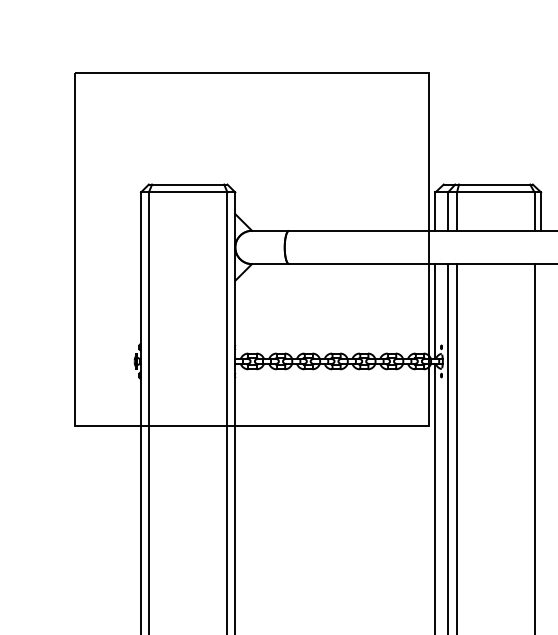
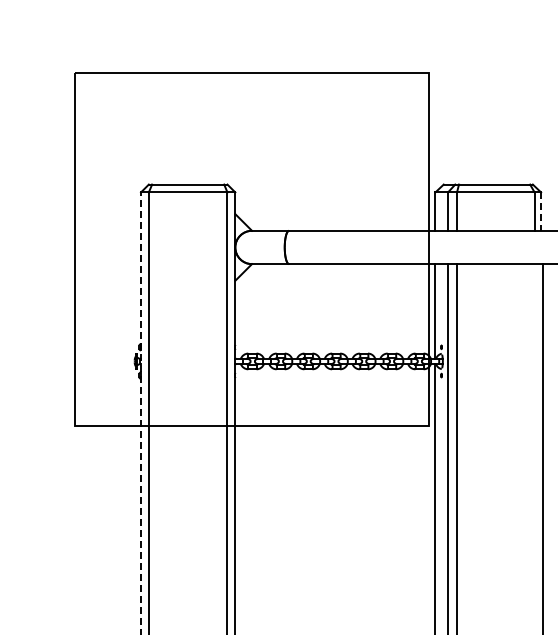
line at (541, 212): solid -> dashed
line at (141, 413): solid -> dashed
line at (534, 447) position: (534, 447) -> (542, 447)
